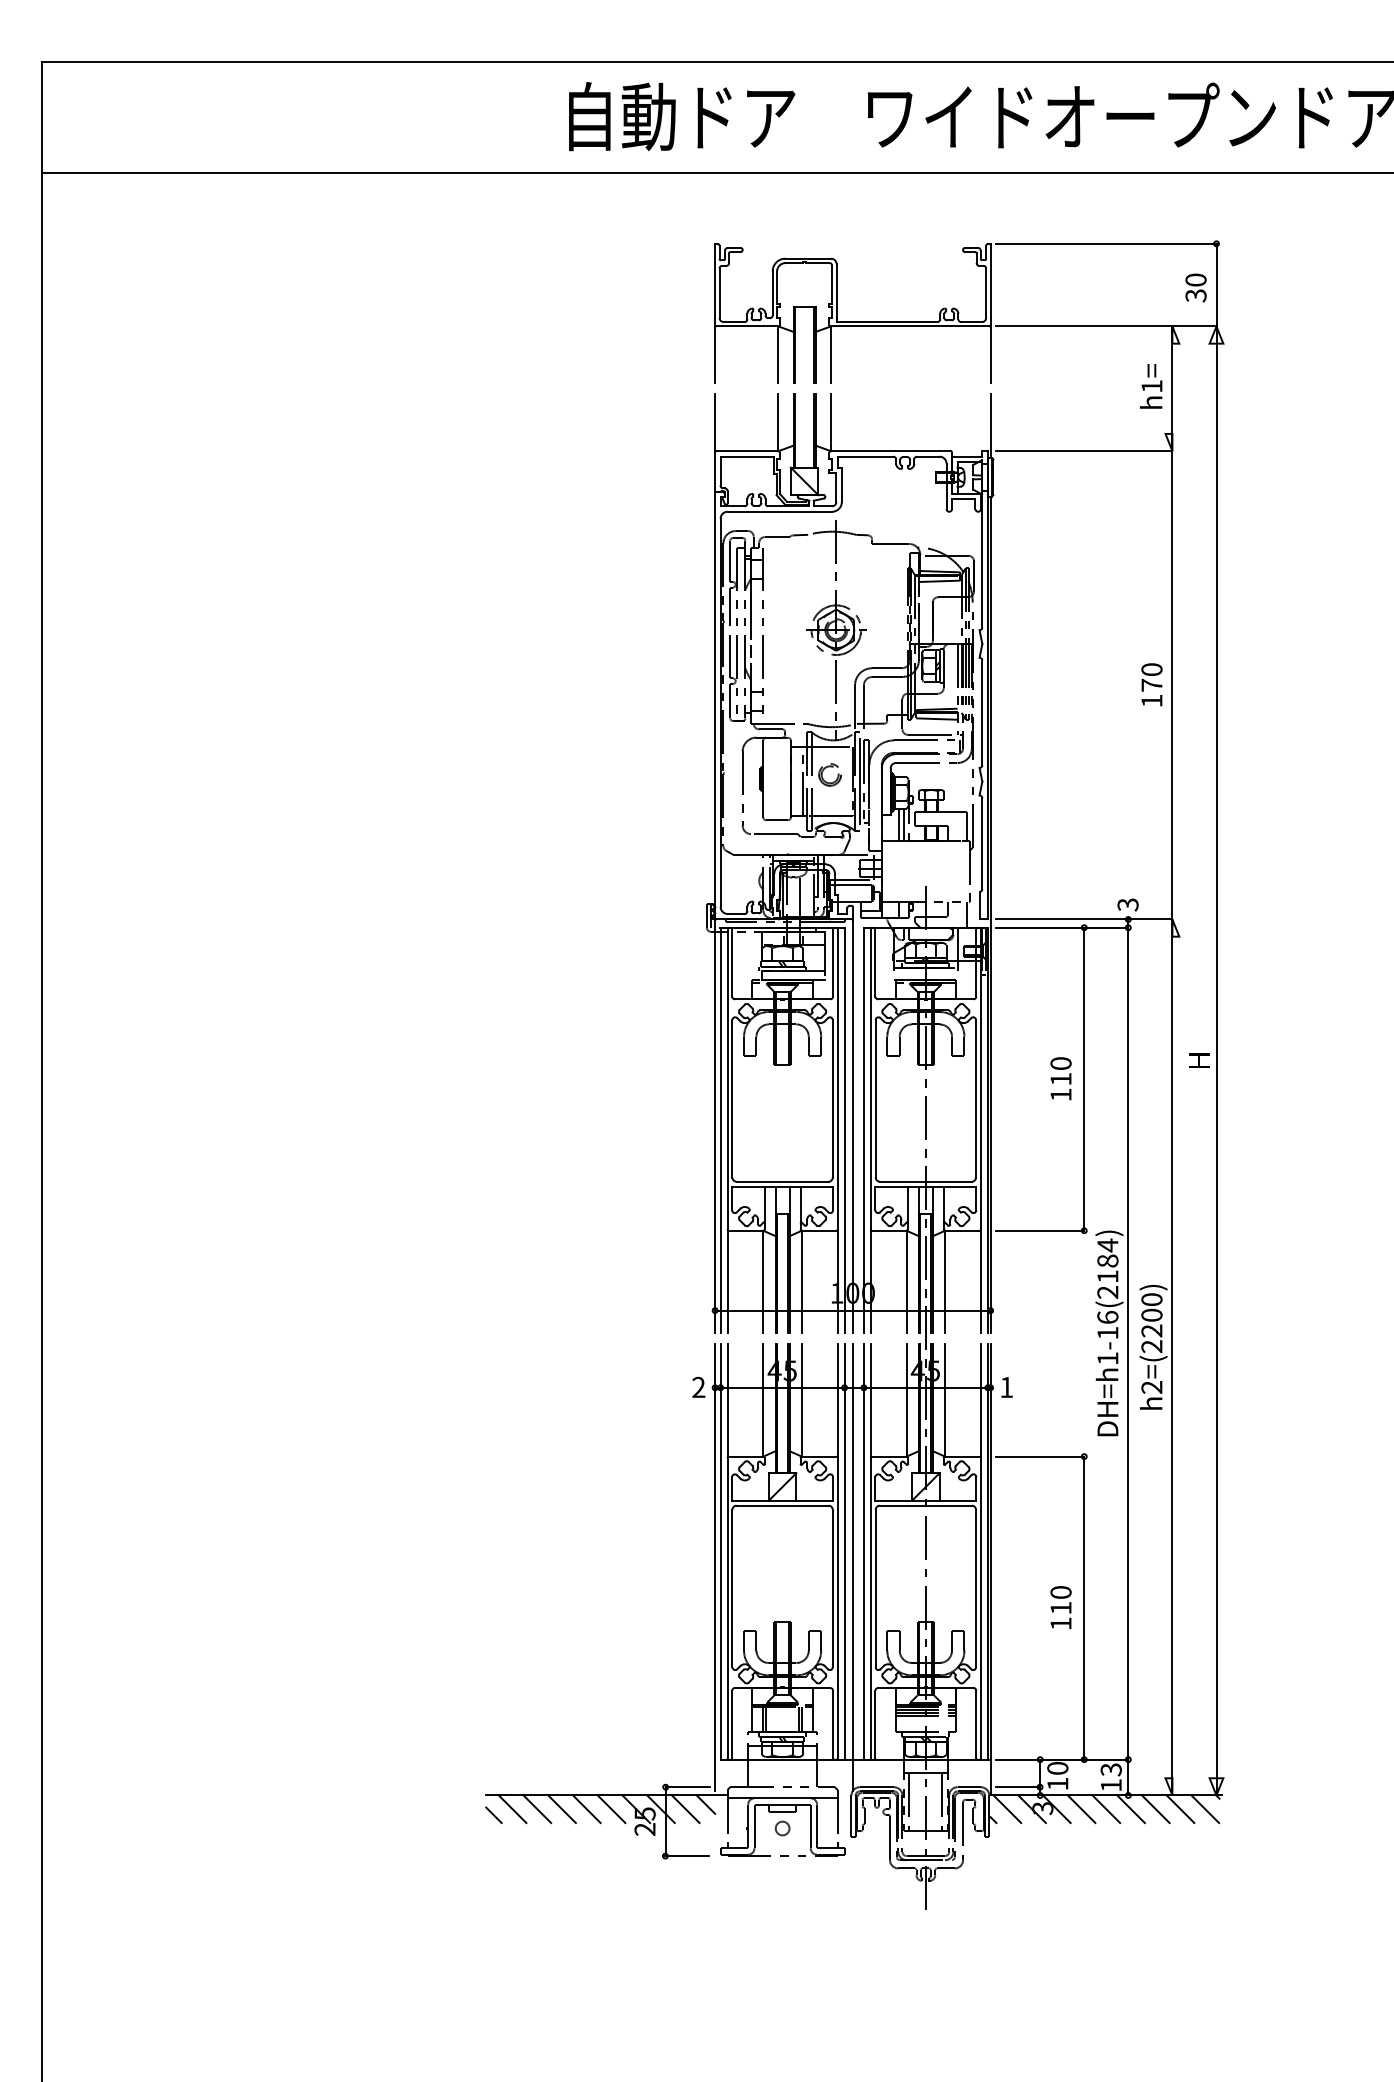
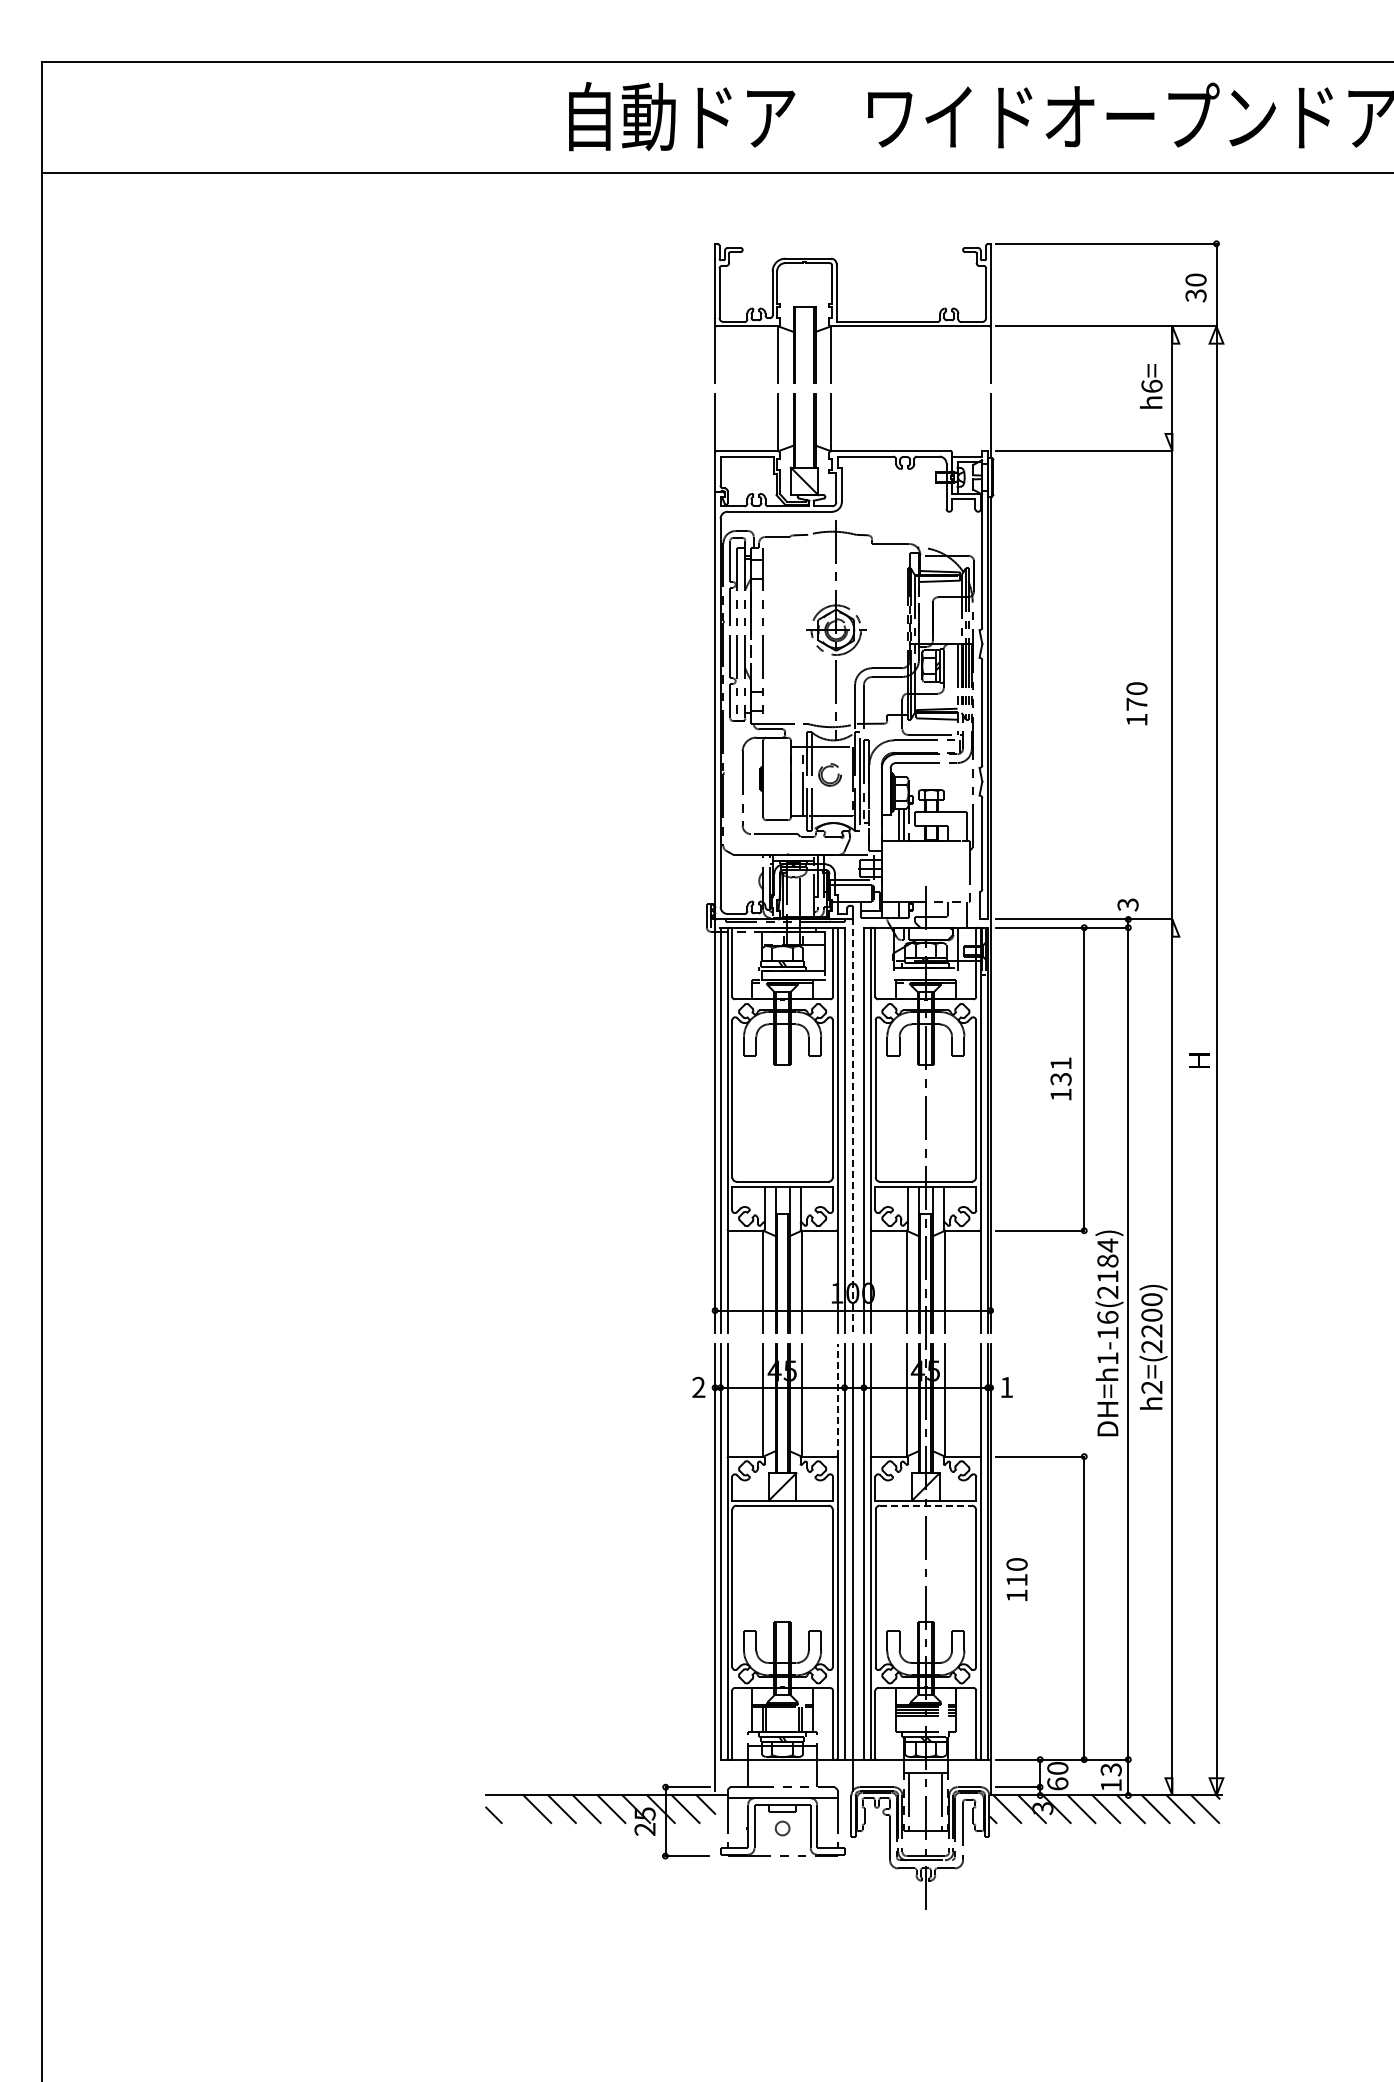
text at (1151, 385): h1= -> h6=
text at (1151, 684) position: (1151, 684) -> (1136, 703)
text at (1060, 1071): 110 -> 131
line at (852, 1125): solid -> dashed
line at (837, 1399): solid -> dashed
line at (926, 1505): solid -> dashed
text at (1060, 1607) position: (1060, 1607) -> (1016, 1579)
text at (1057, 1783): 10 -> 60
line at (512, 1809): present -> none
